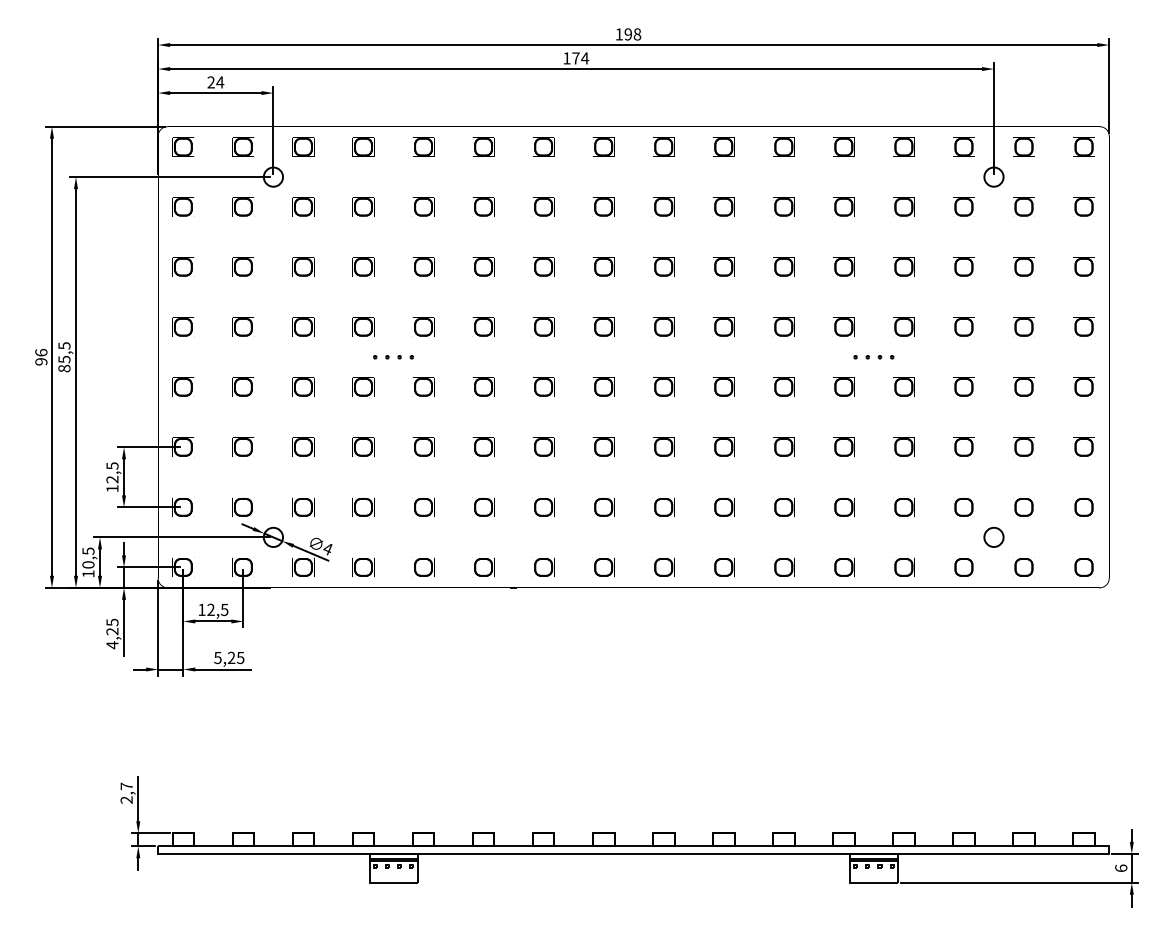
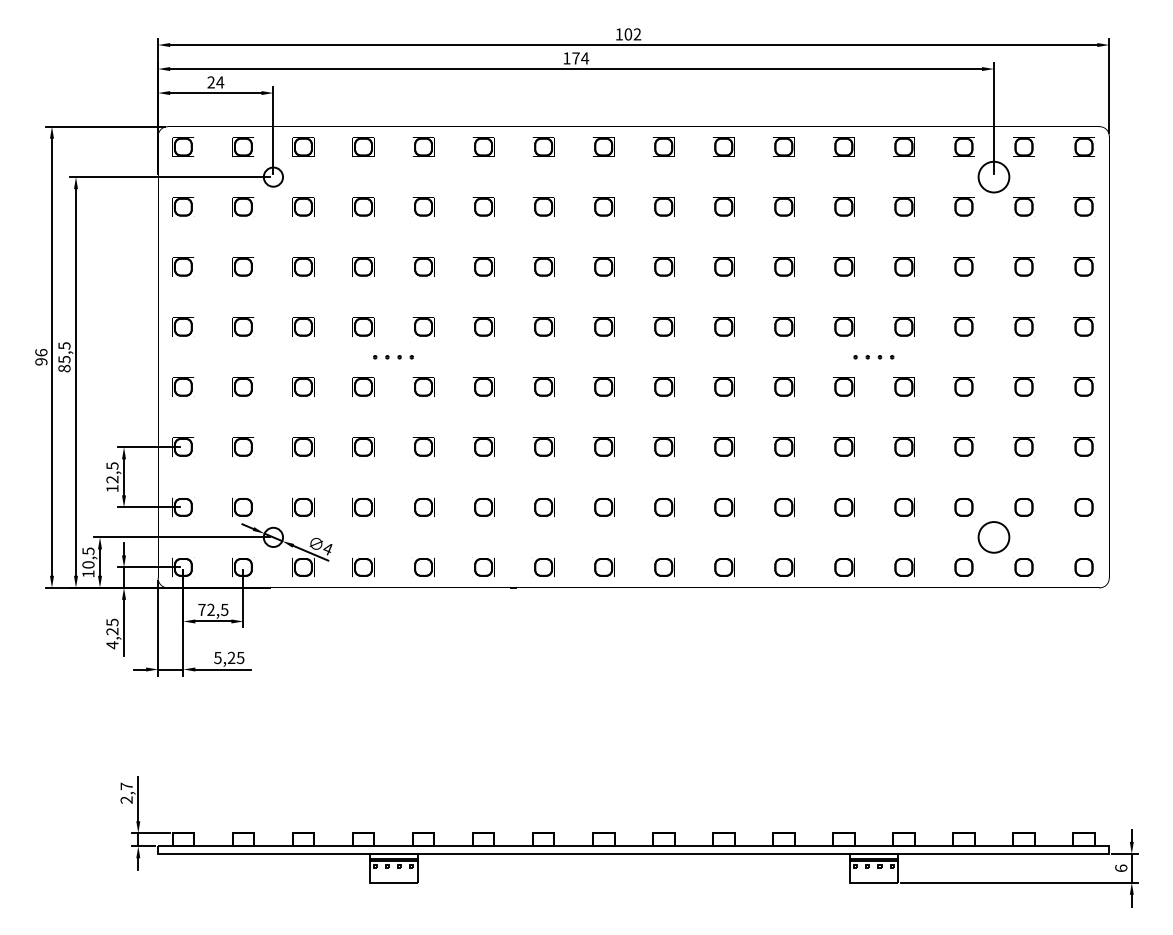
text at (632, 34): 198 -> 102
circle at (993, 176) diameter: 19 px -> 31 px
circle at (993, 537) diameter: 19 px -> 31 px
text at (201, 609): 12,5 -> 72,5
